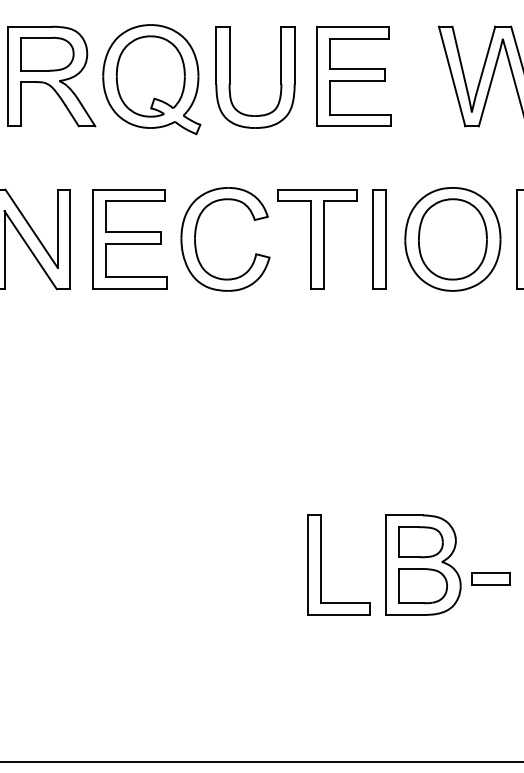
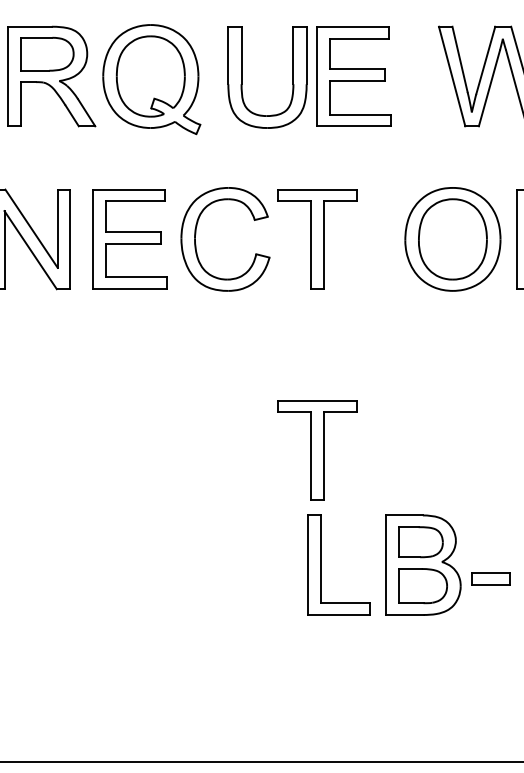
part at (230, 77) position: (230, 77) -> (242, 77)
part at (379, 239): present -> none
part at (317, 450): none -> present
